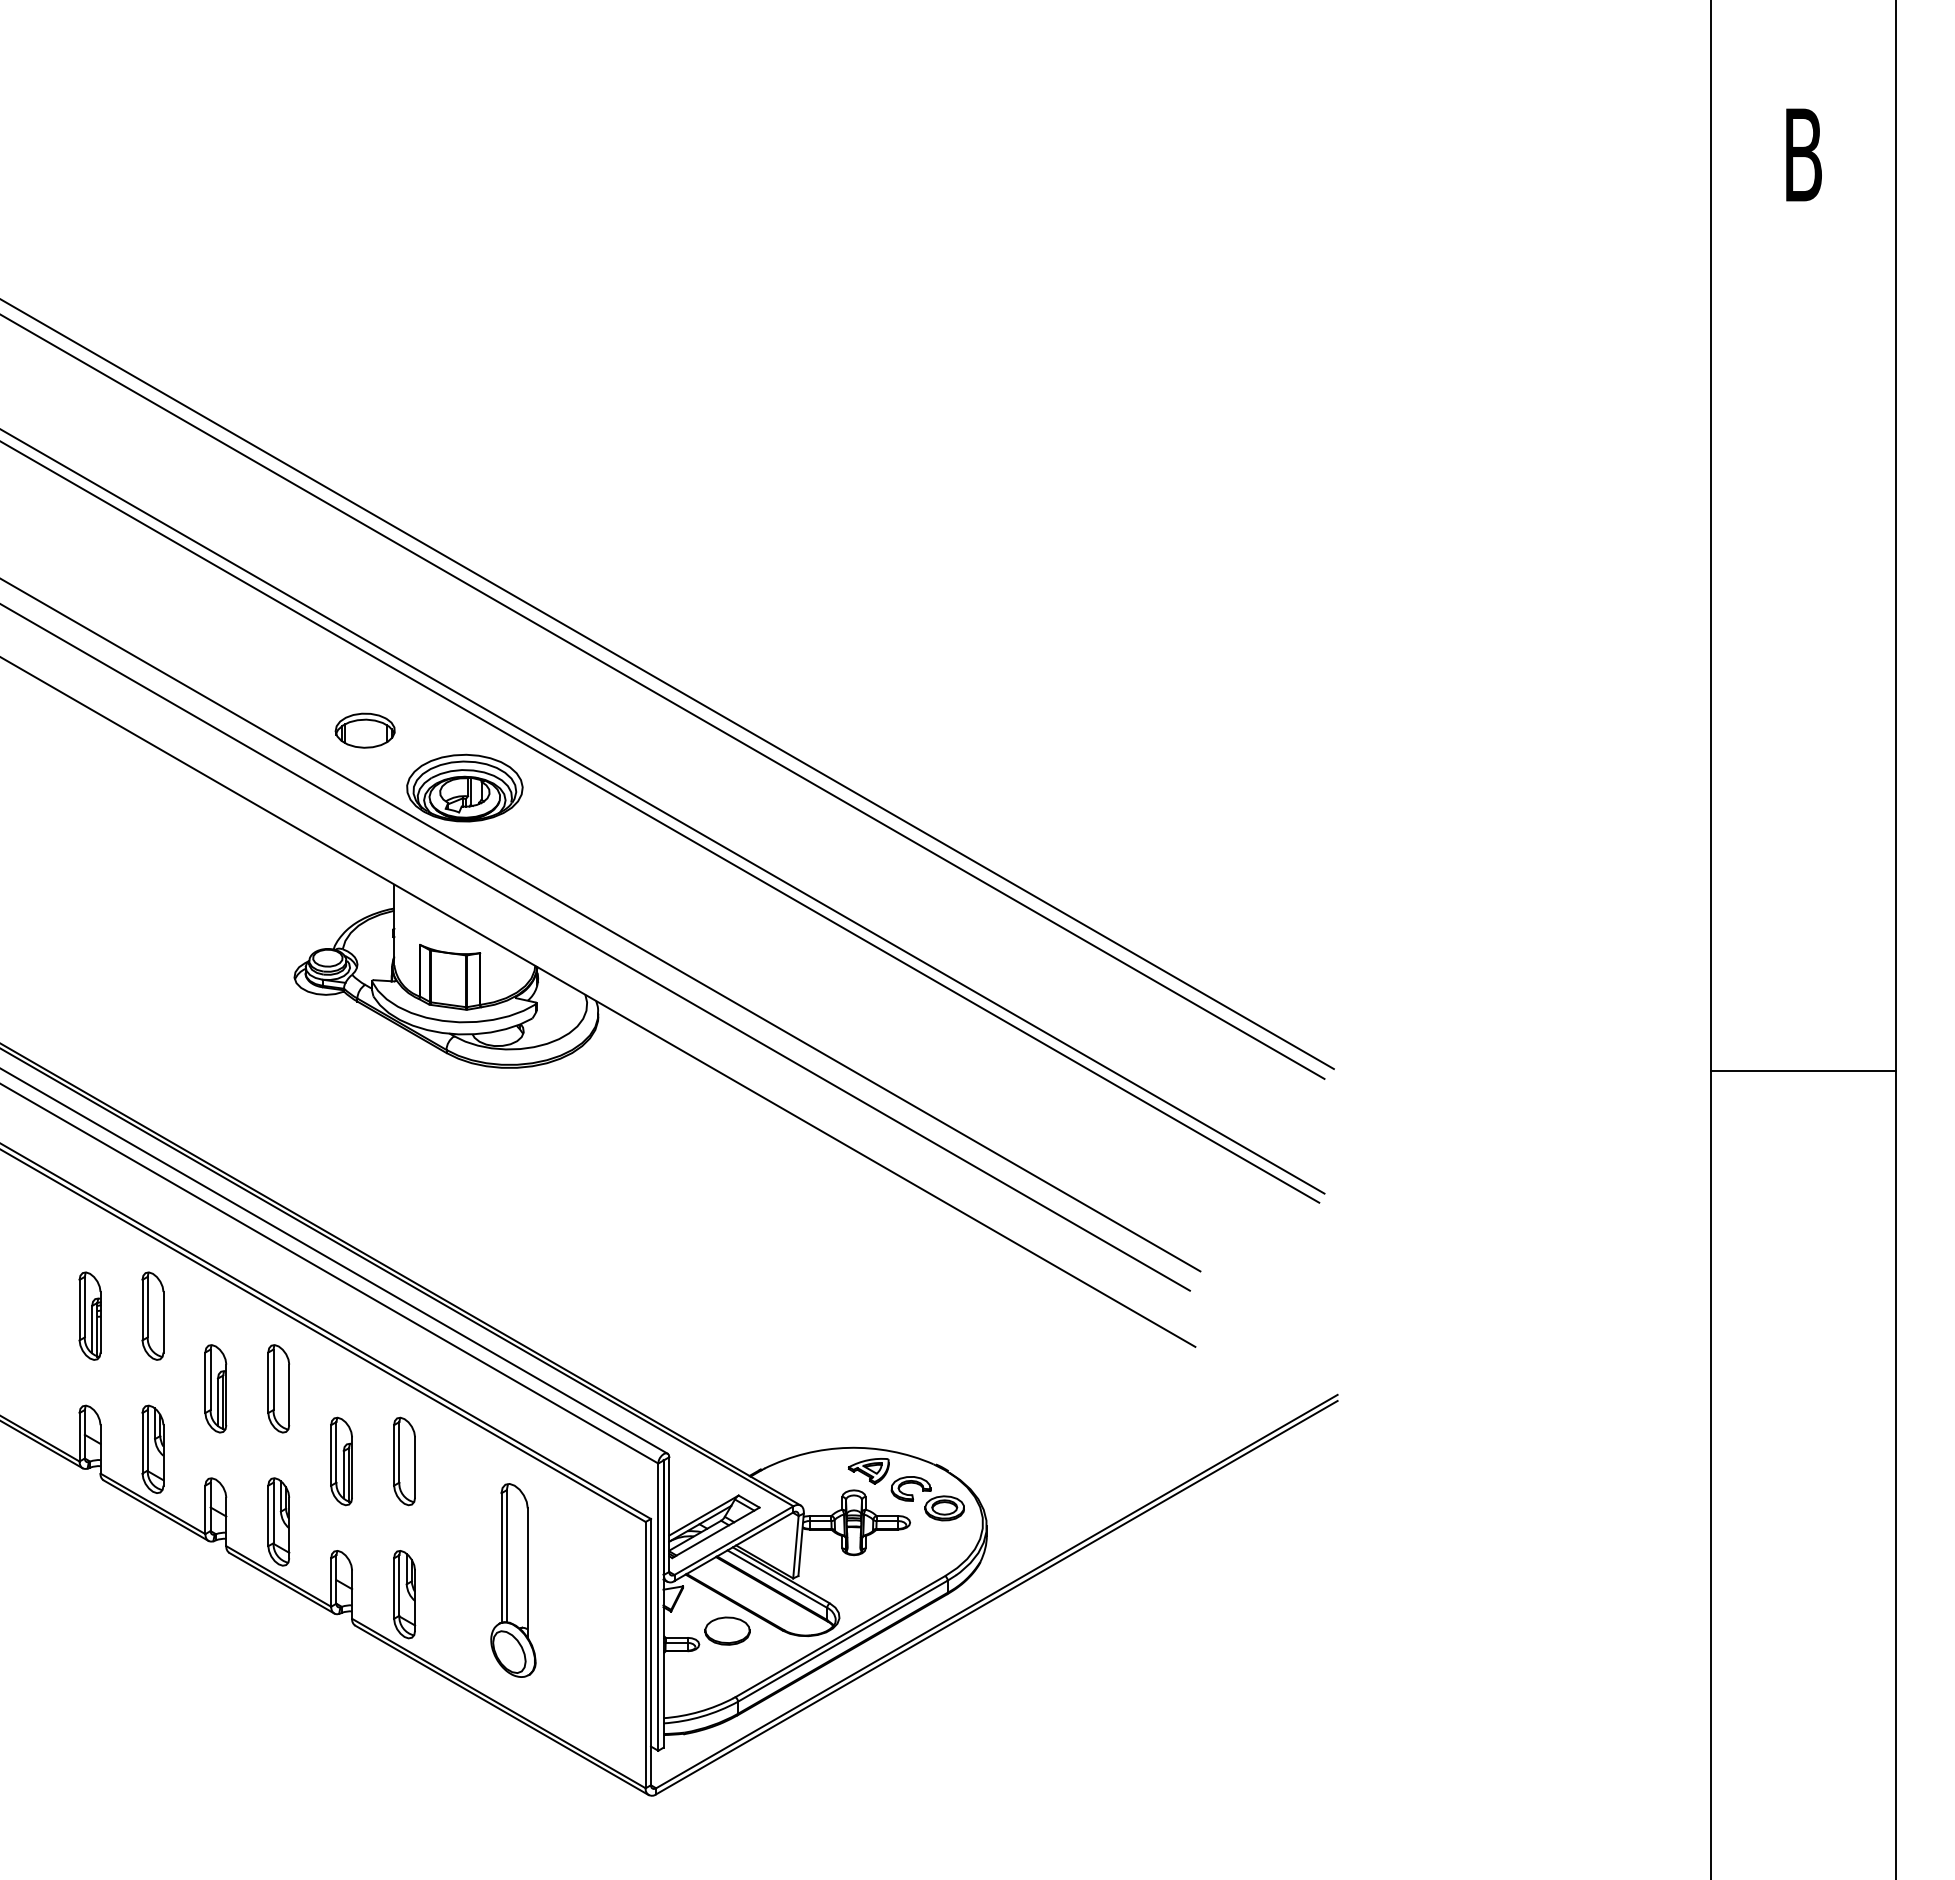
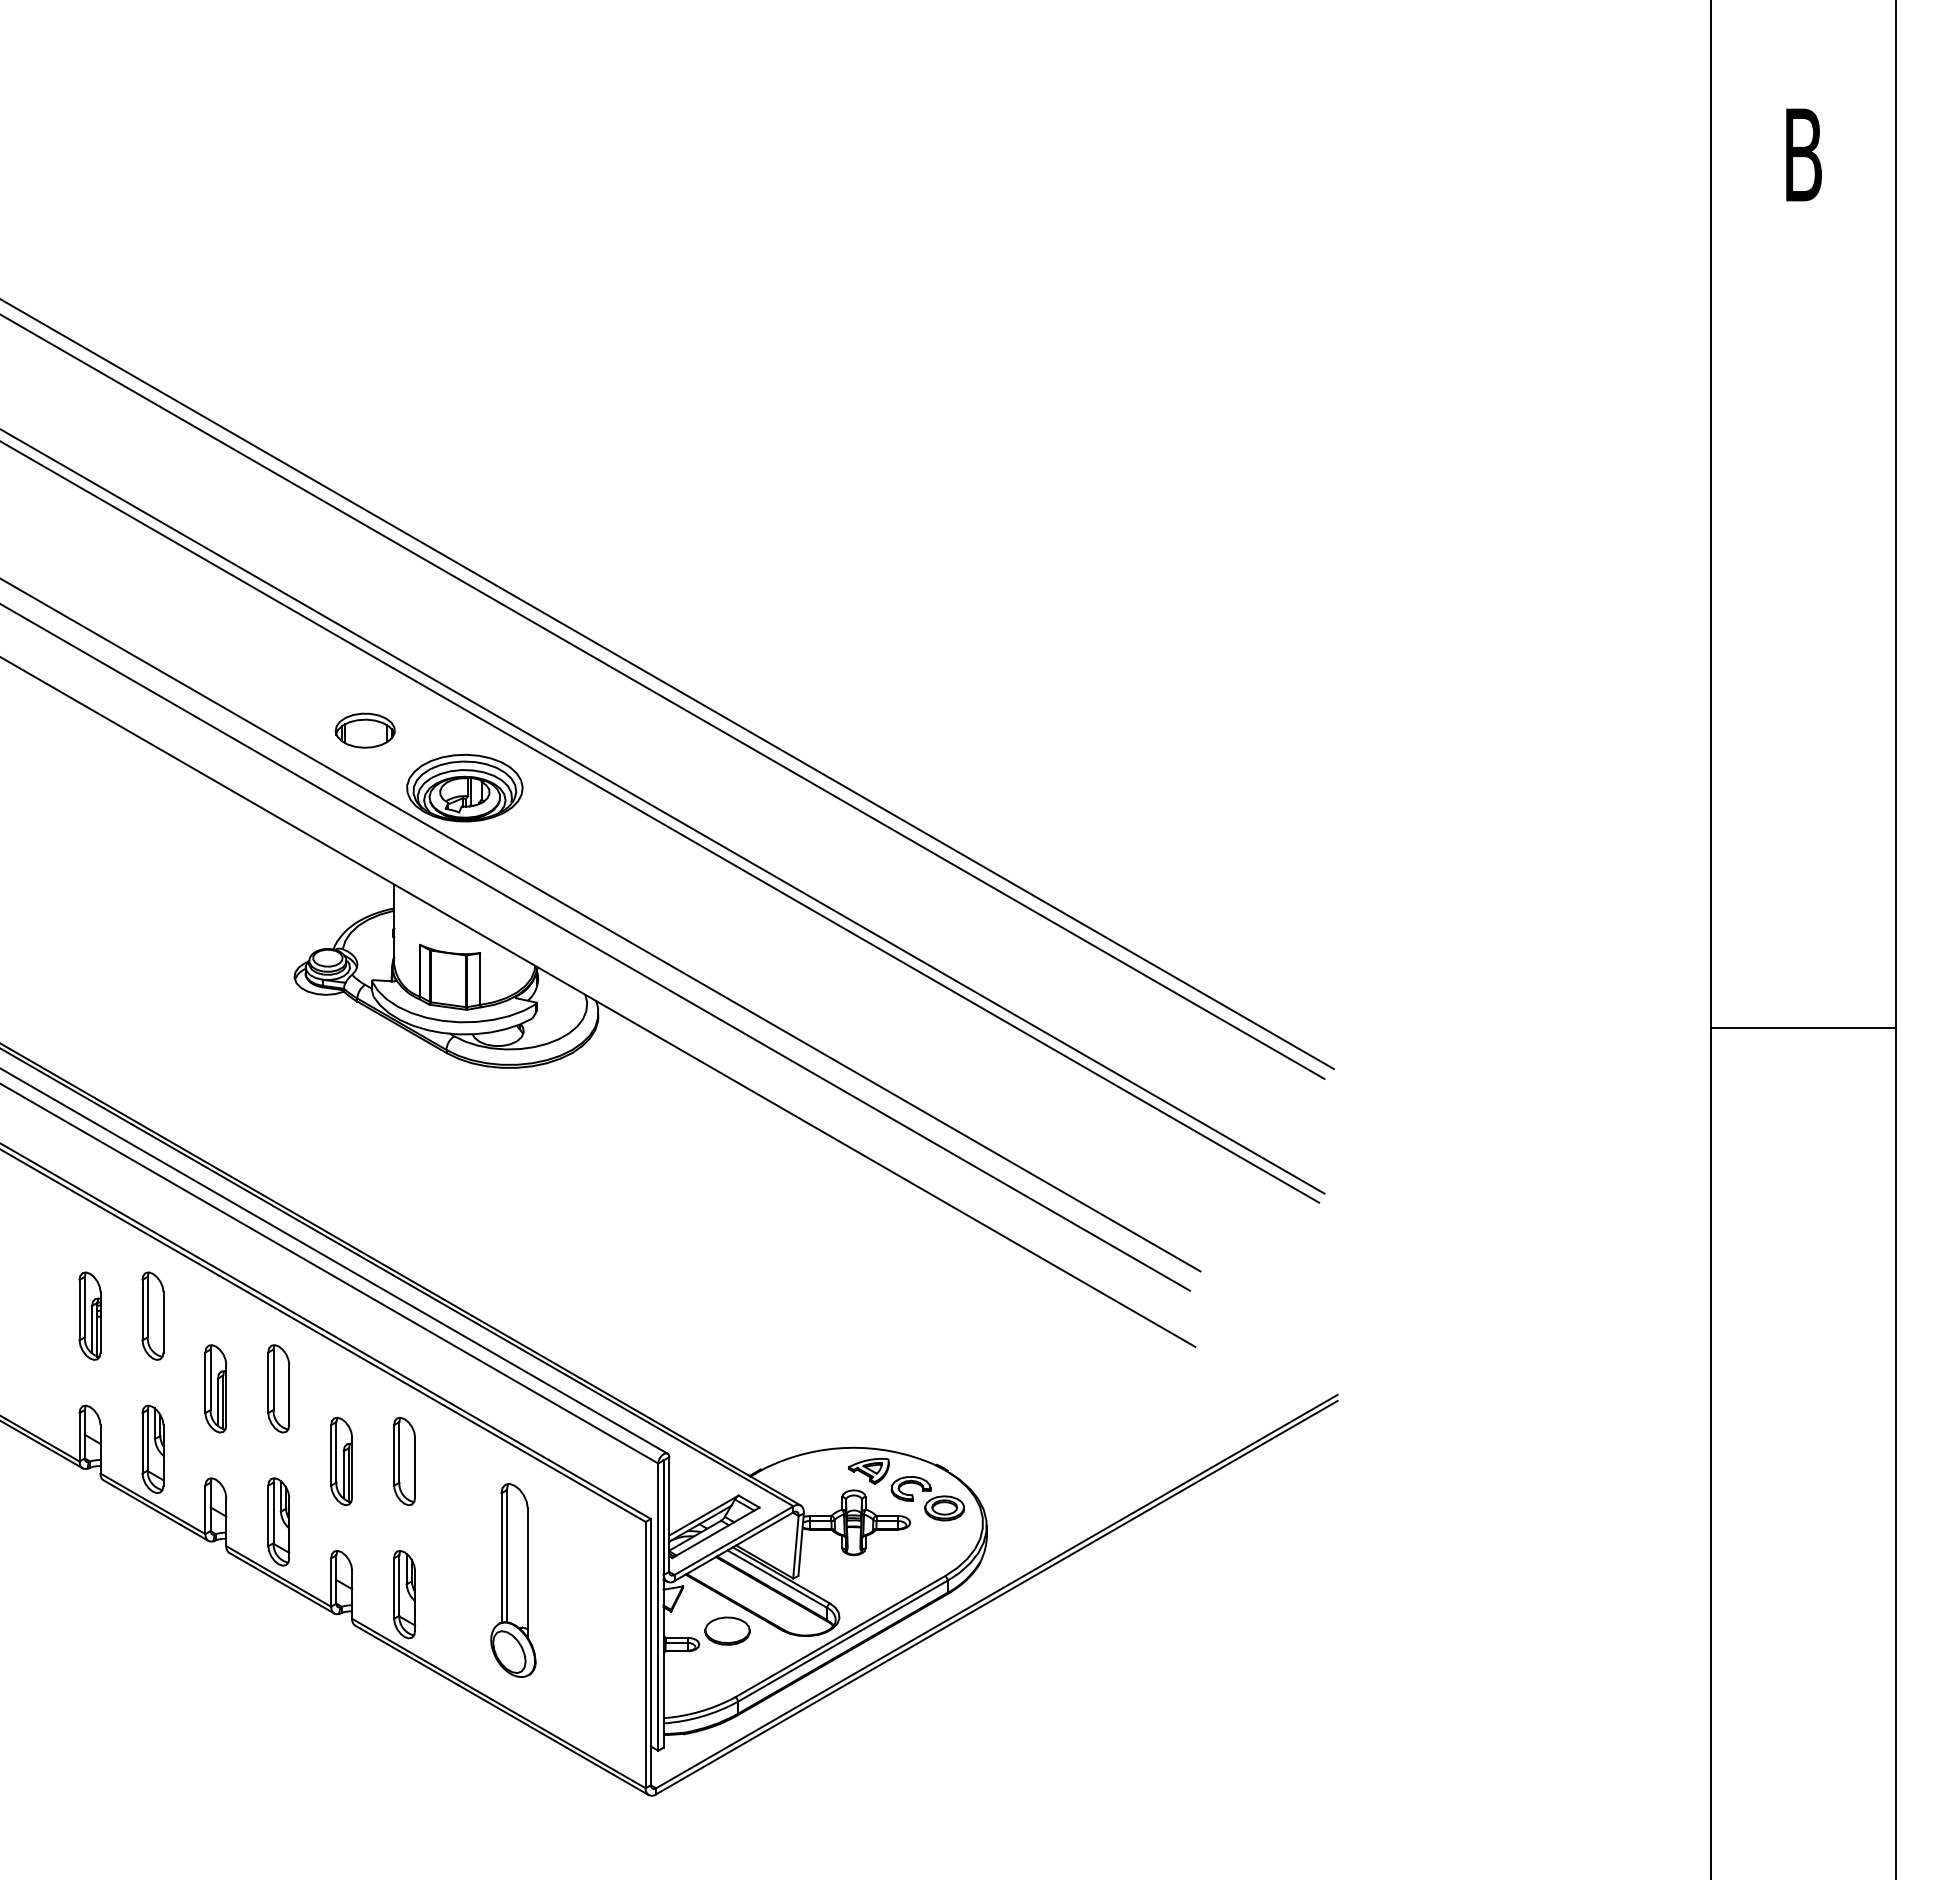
line at (1803, 1071) position: (1803, 1071) -> (1803, 1028)
